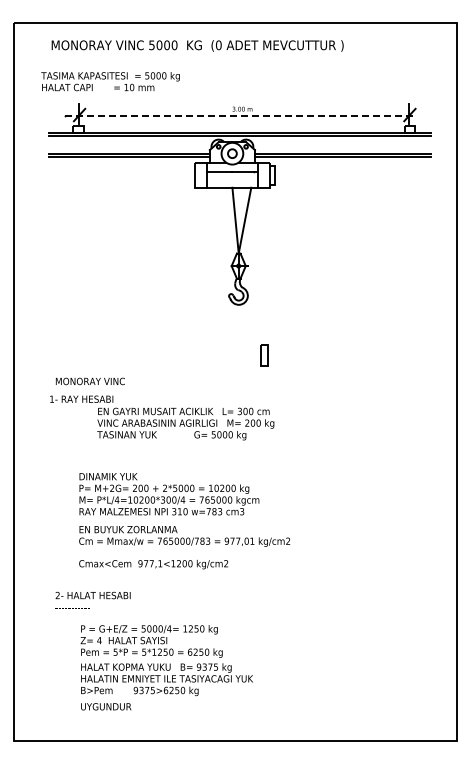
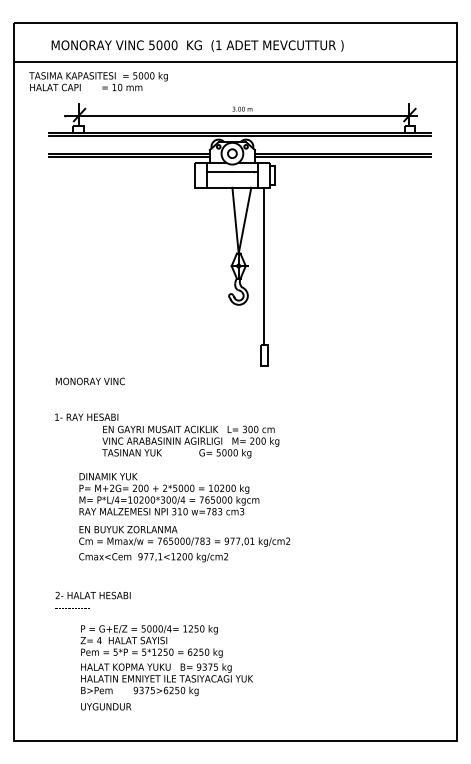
text at (218, 45): (0 -> (1
line at (235, 62): none -> present
text at (110, 81) position: (110, 81) -> (98, 81)
line at (241, 115): dashed -> solid
line at (264, 266): none -> present
text at (162, 417) position: (162, 417) -> (167, 435)
text at (153, 564) position: (153, 564) -> (153, 557)
